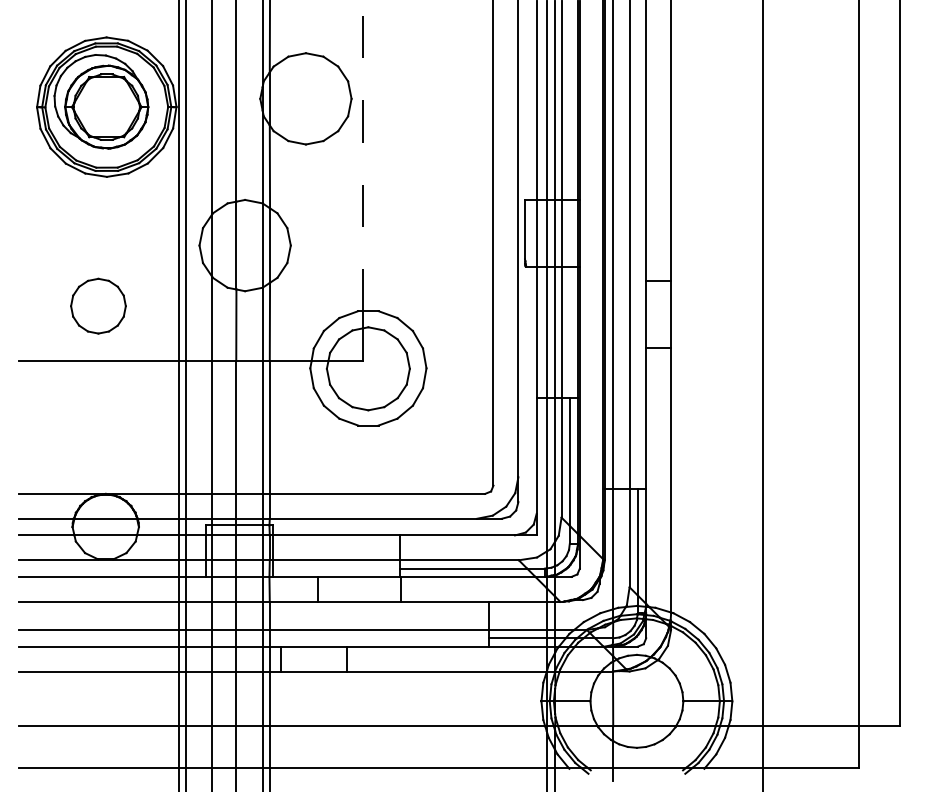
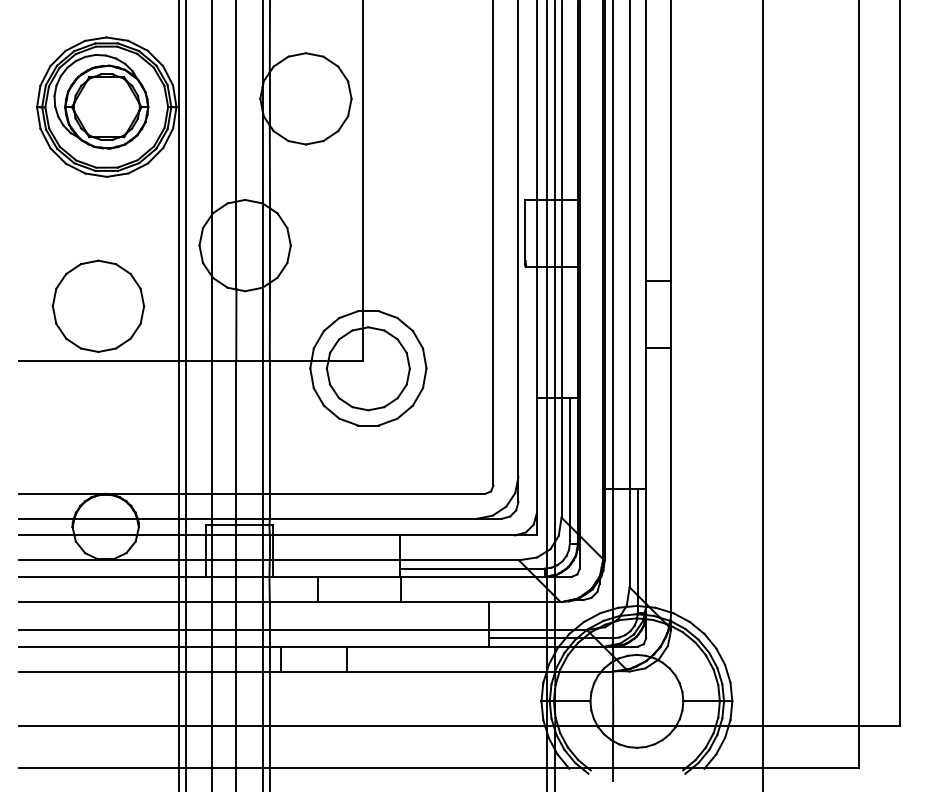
line at (363, 155): dashed -> solid
part at (98, 305) size: 57x58 px -> 95x94 px
